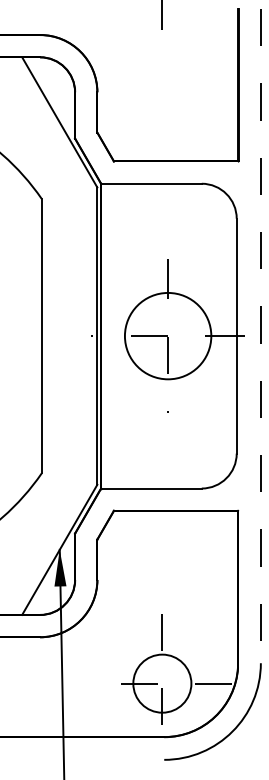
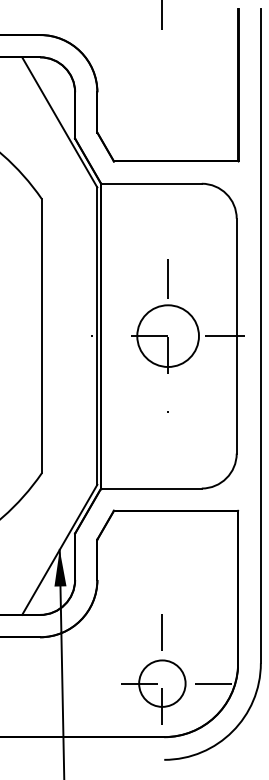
circle at (167, 335) diameter: 86 px -> 62 px
line at (260, 336): dashed -> solid
circle at (162, 683) diameter: 58 px -> 46 px
